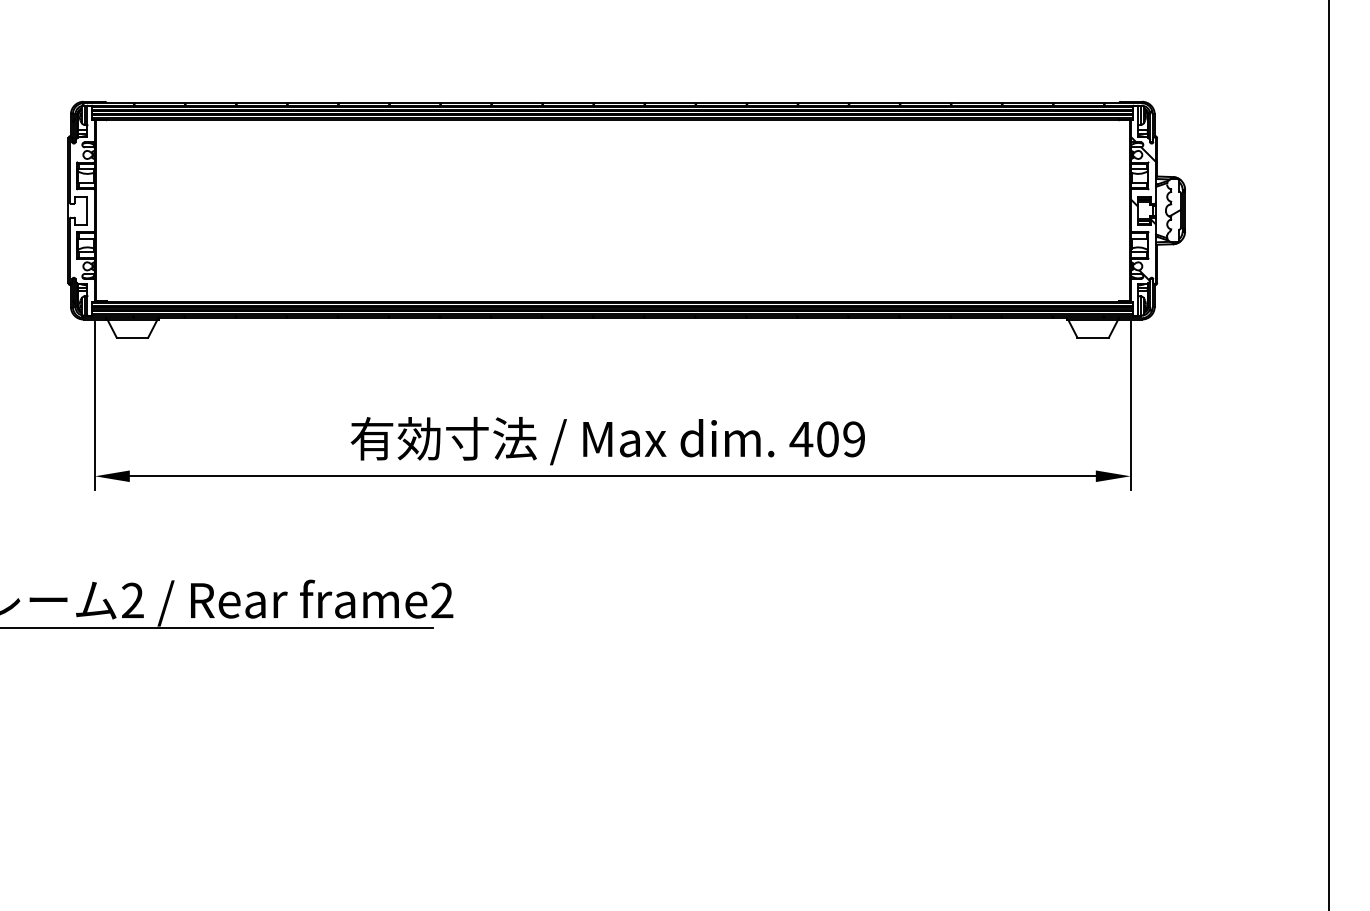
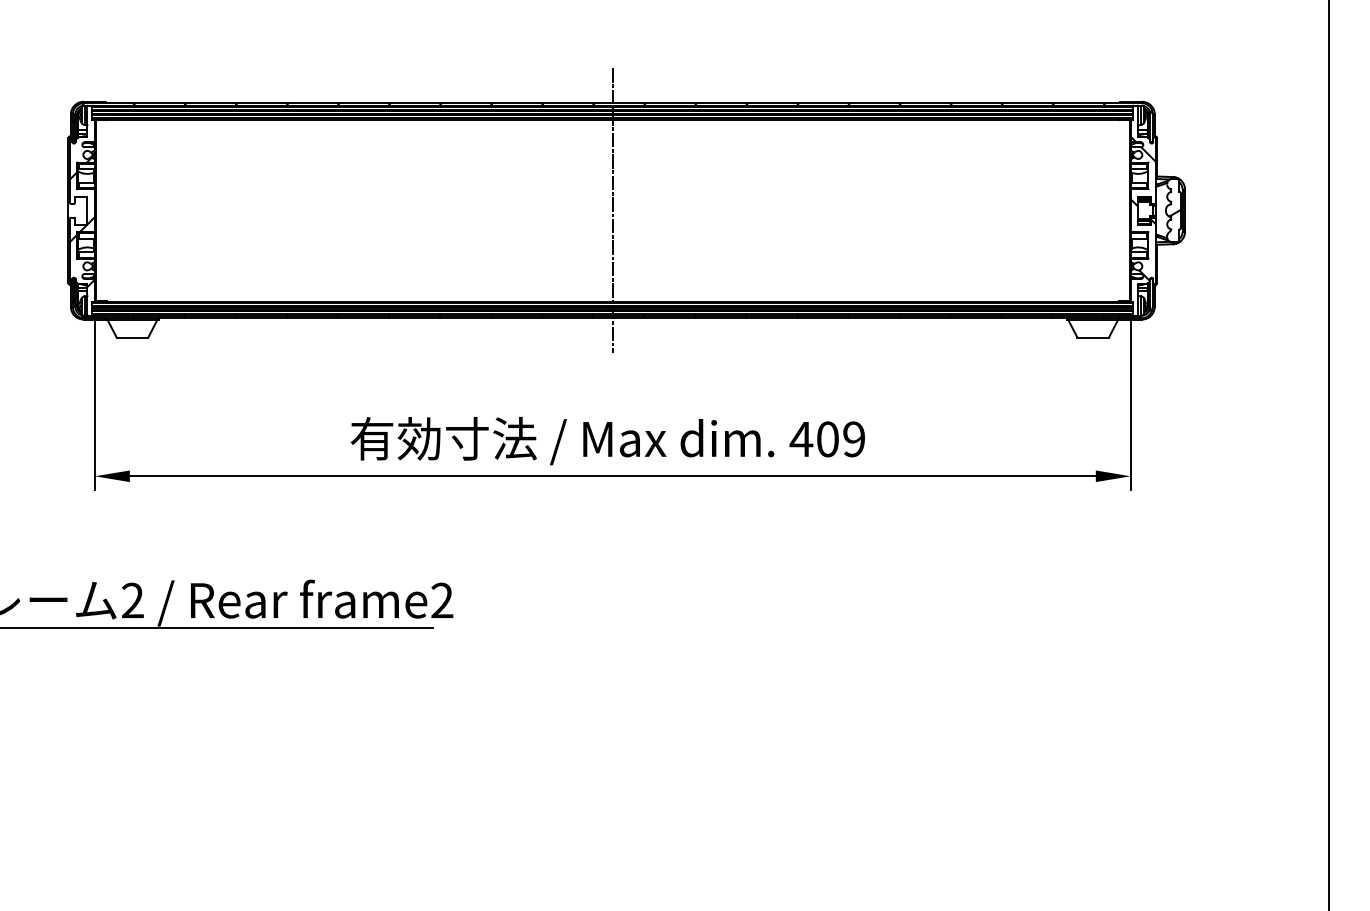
line at (612, 210): none -> present
hatch at (82, 222): none -> present
